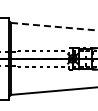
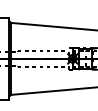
line at (54, 26): dashed -> solid
